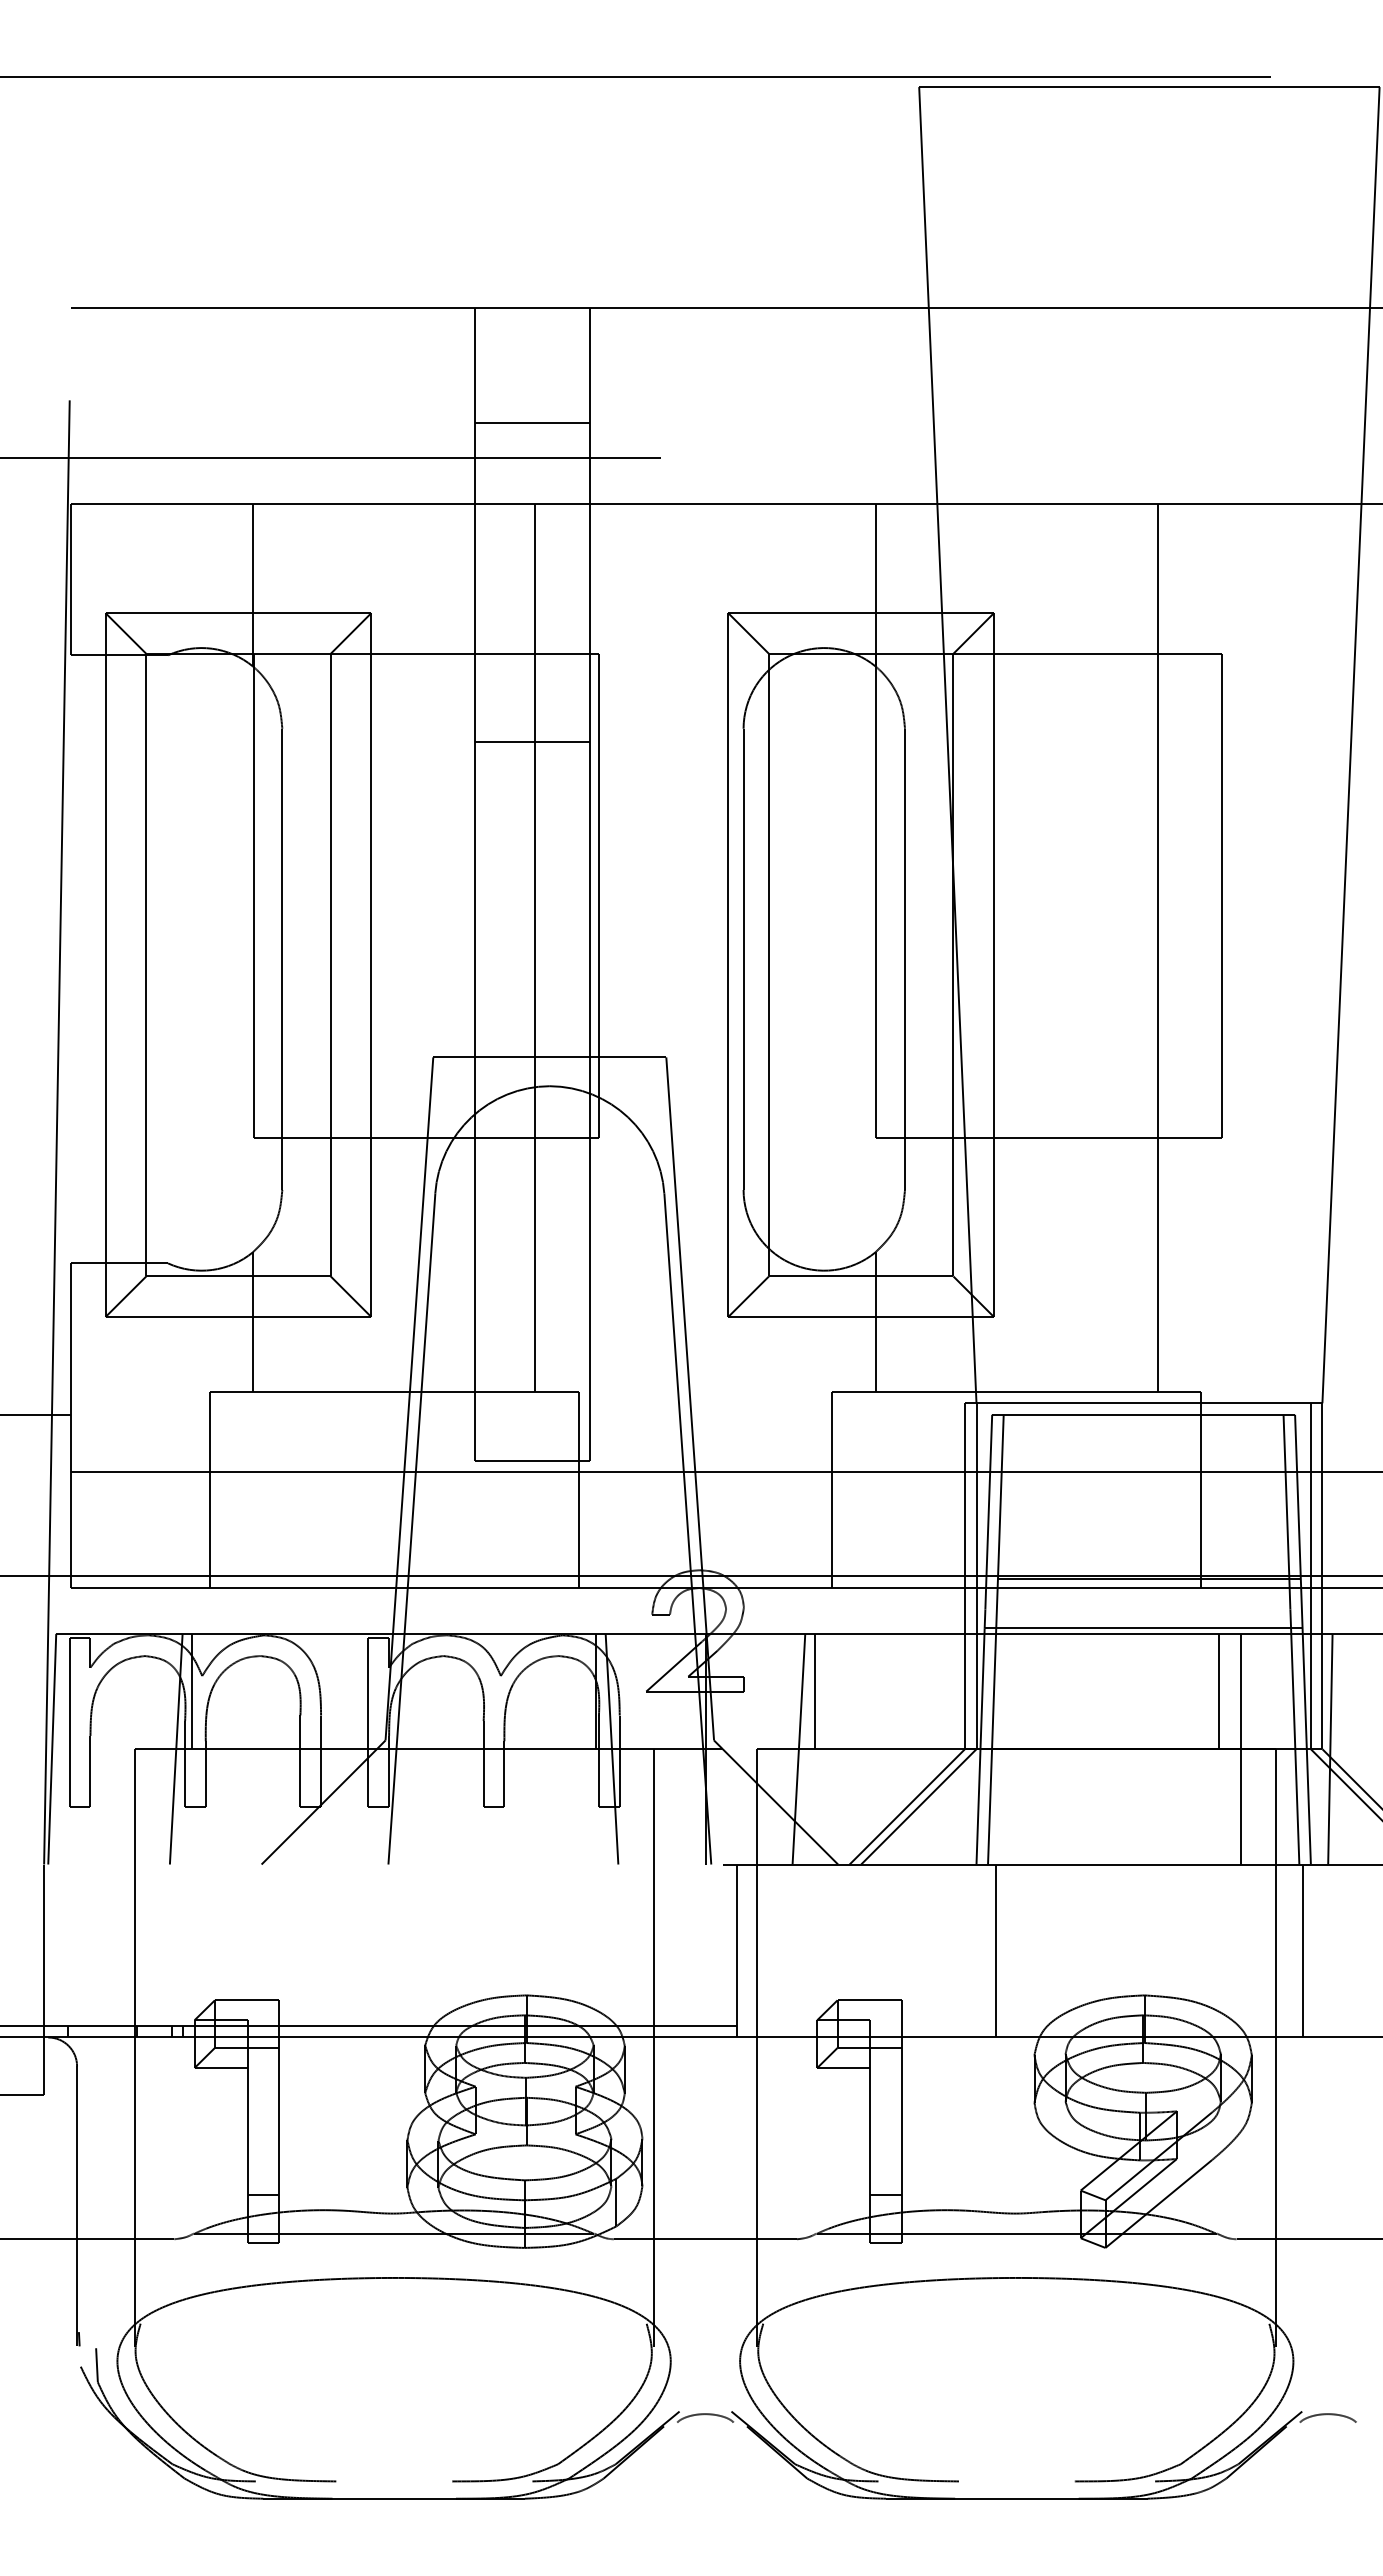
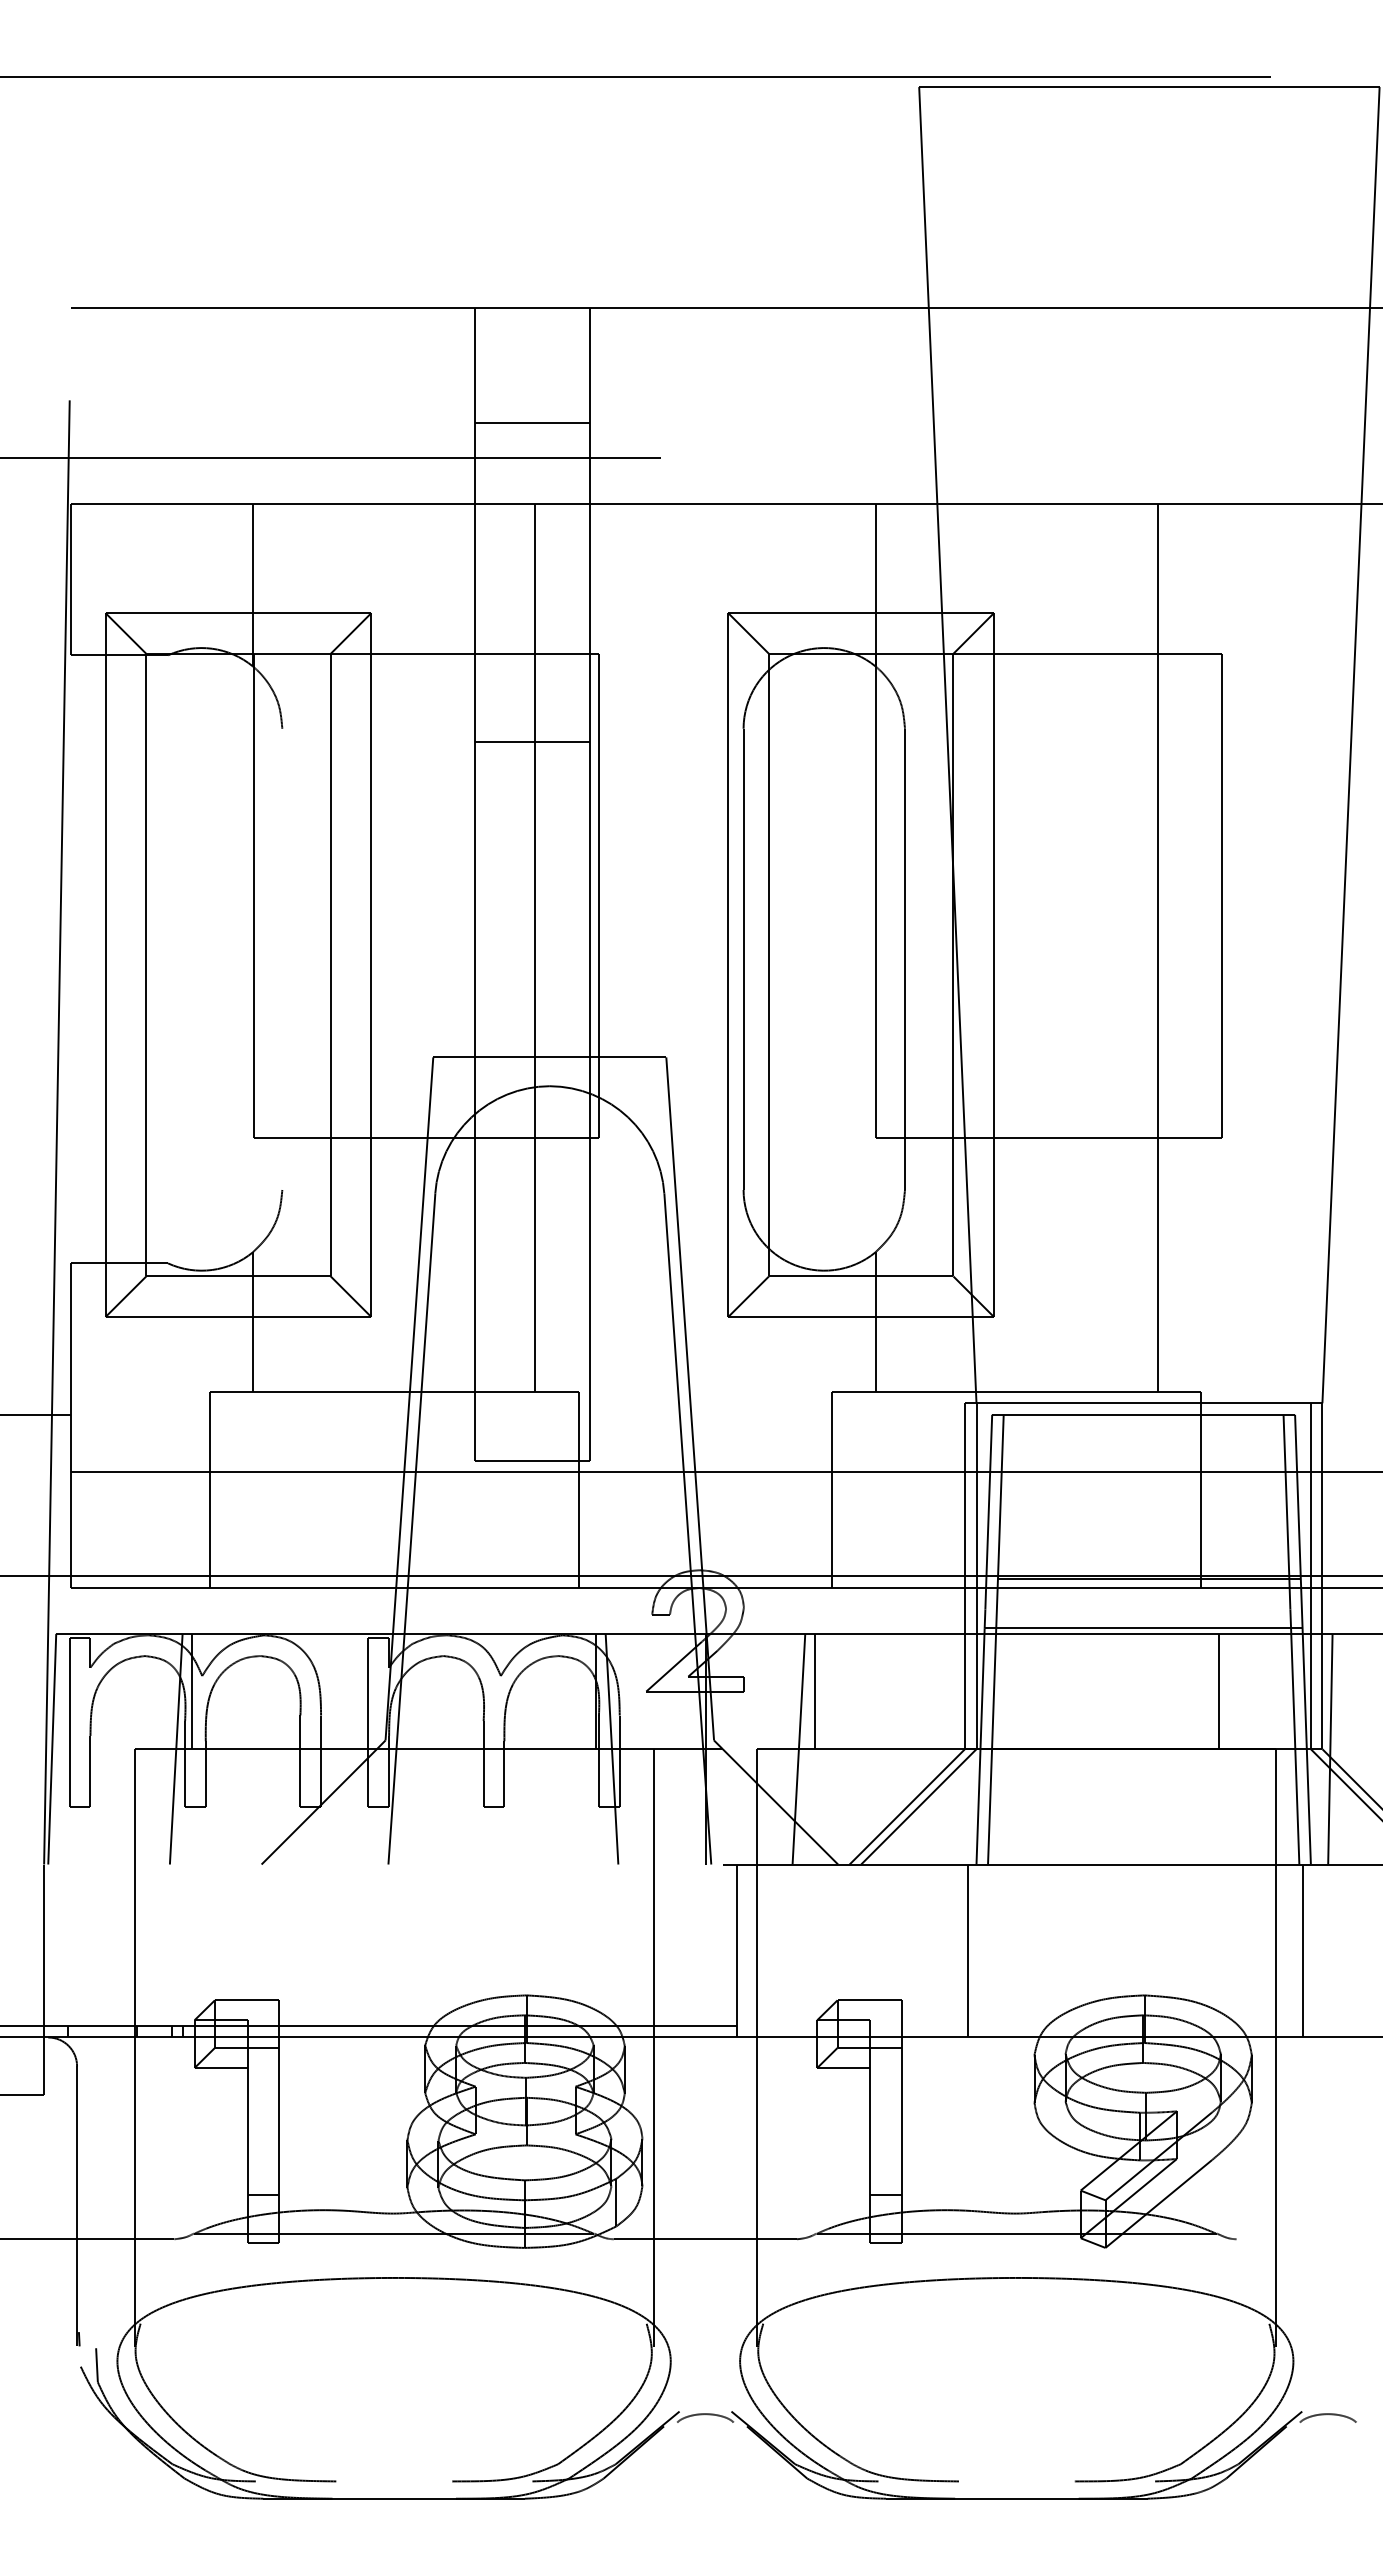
line at (282, 958): present -> none
line at (1241, 1748): present -> none
line at (996, 1950) position: (996, 1950) -> (968, 1950)
line at (1307, 2239): present -> none
